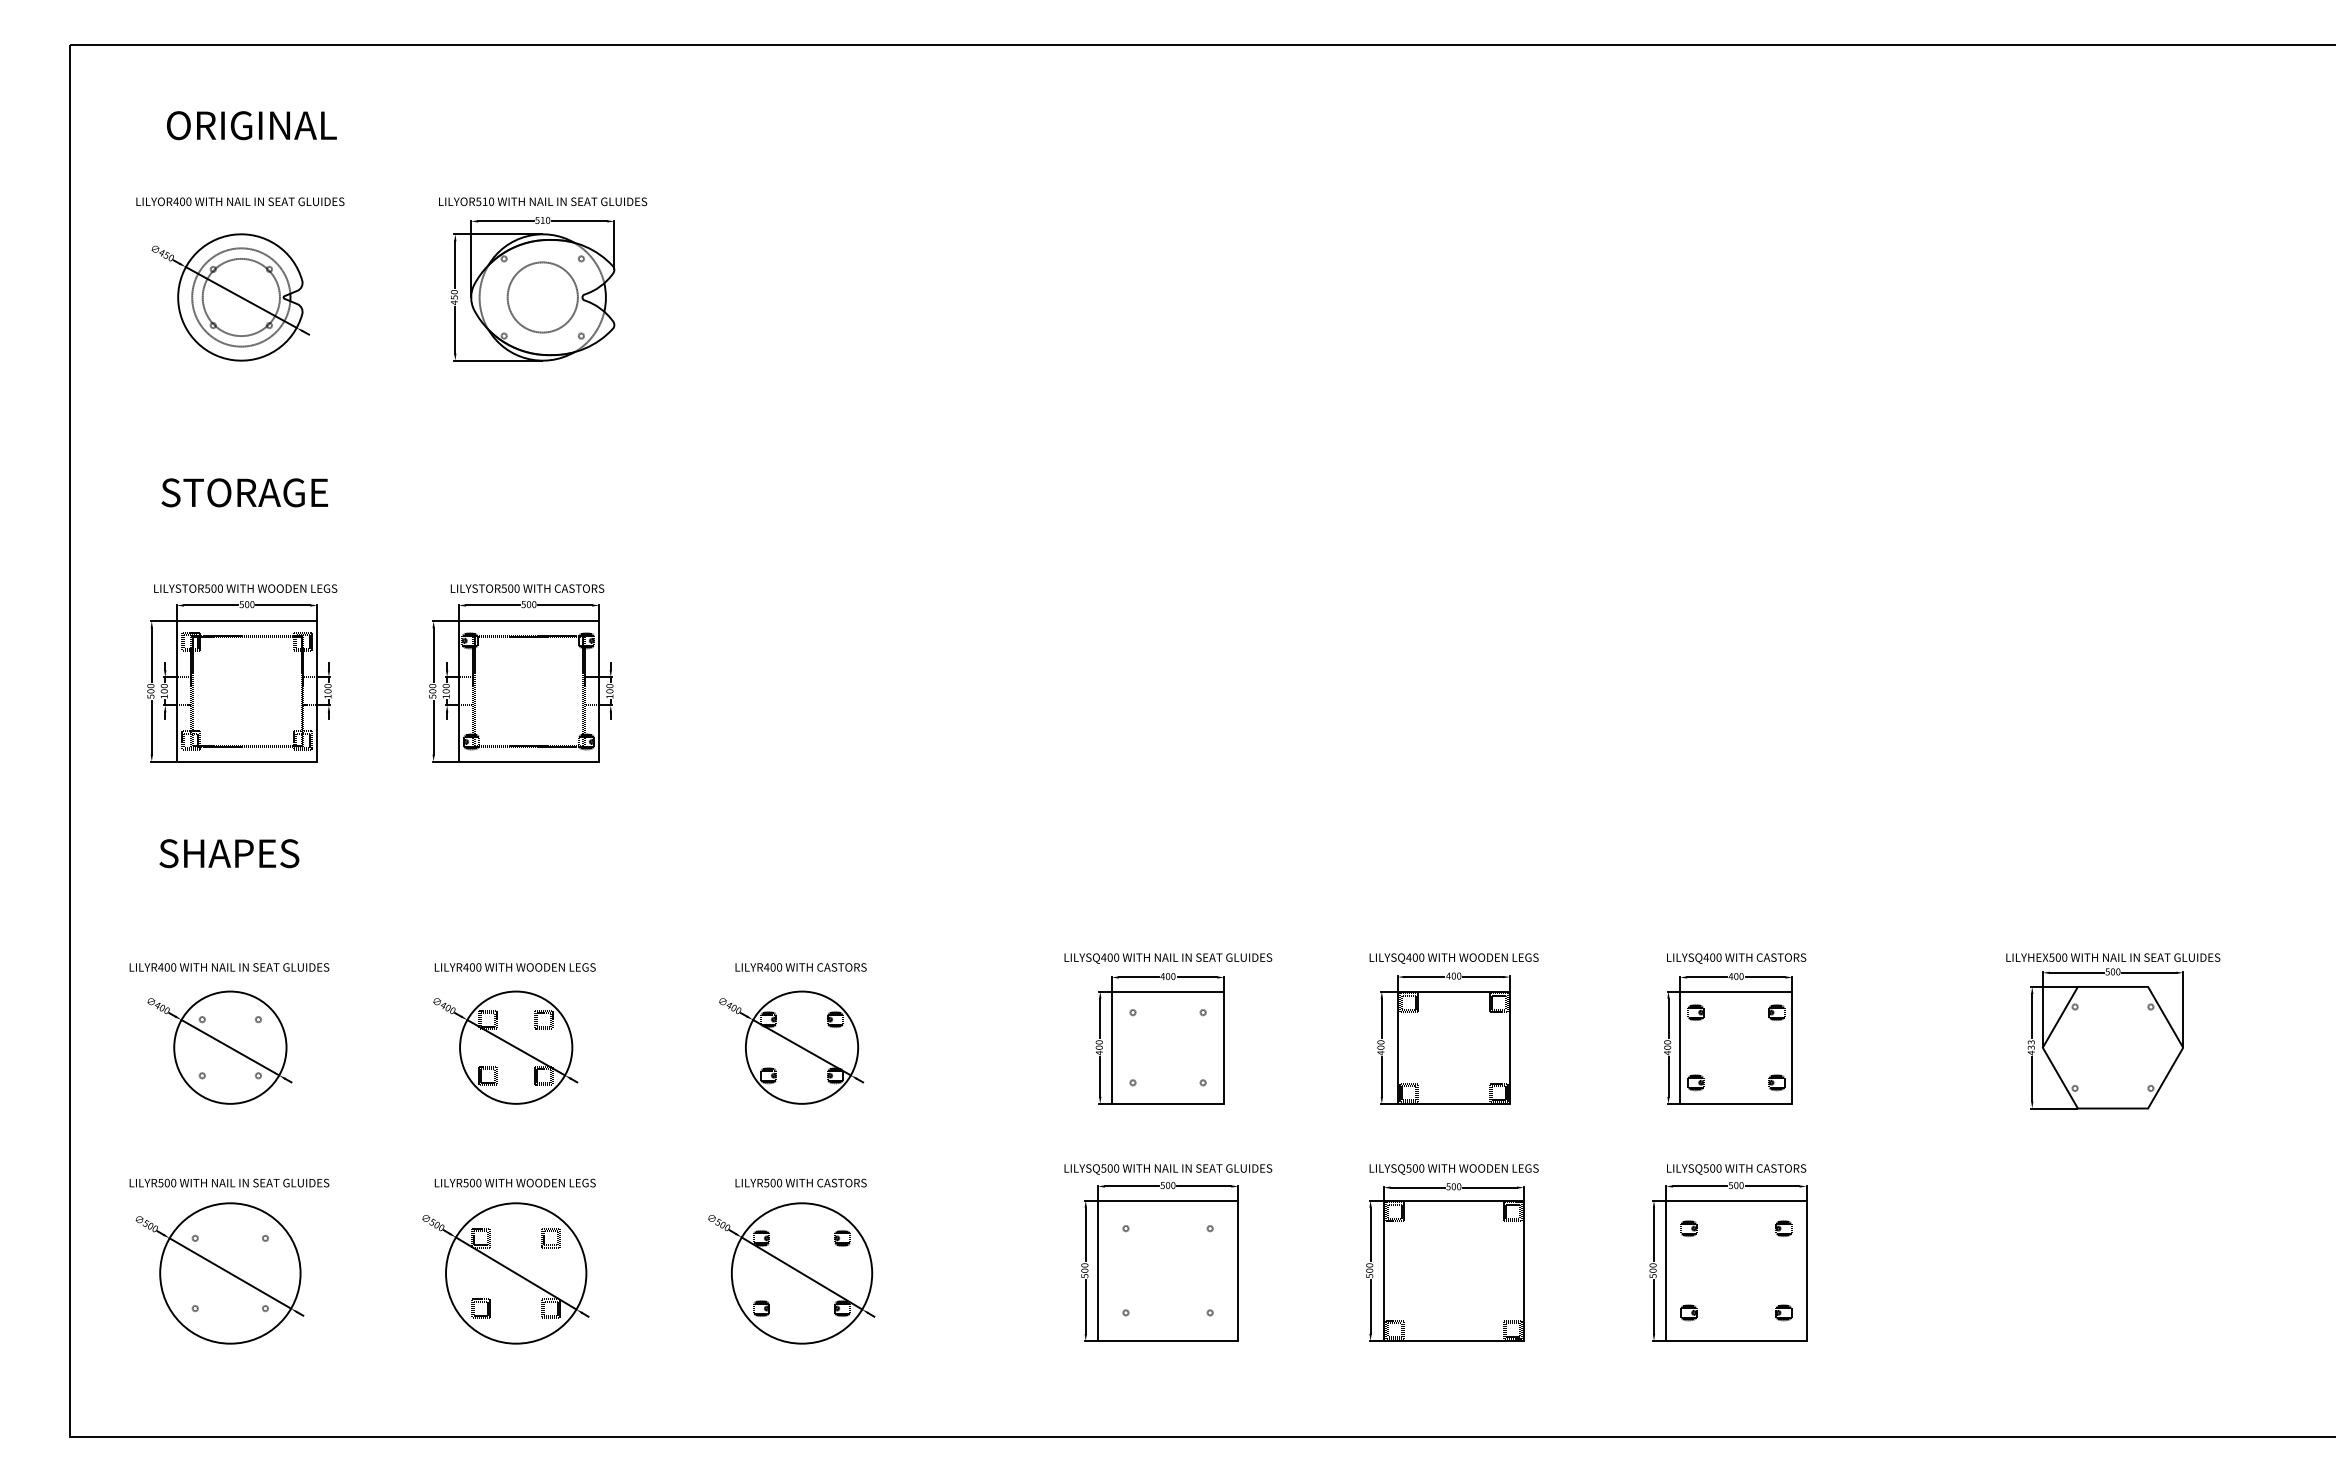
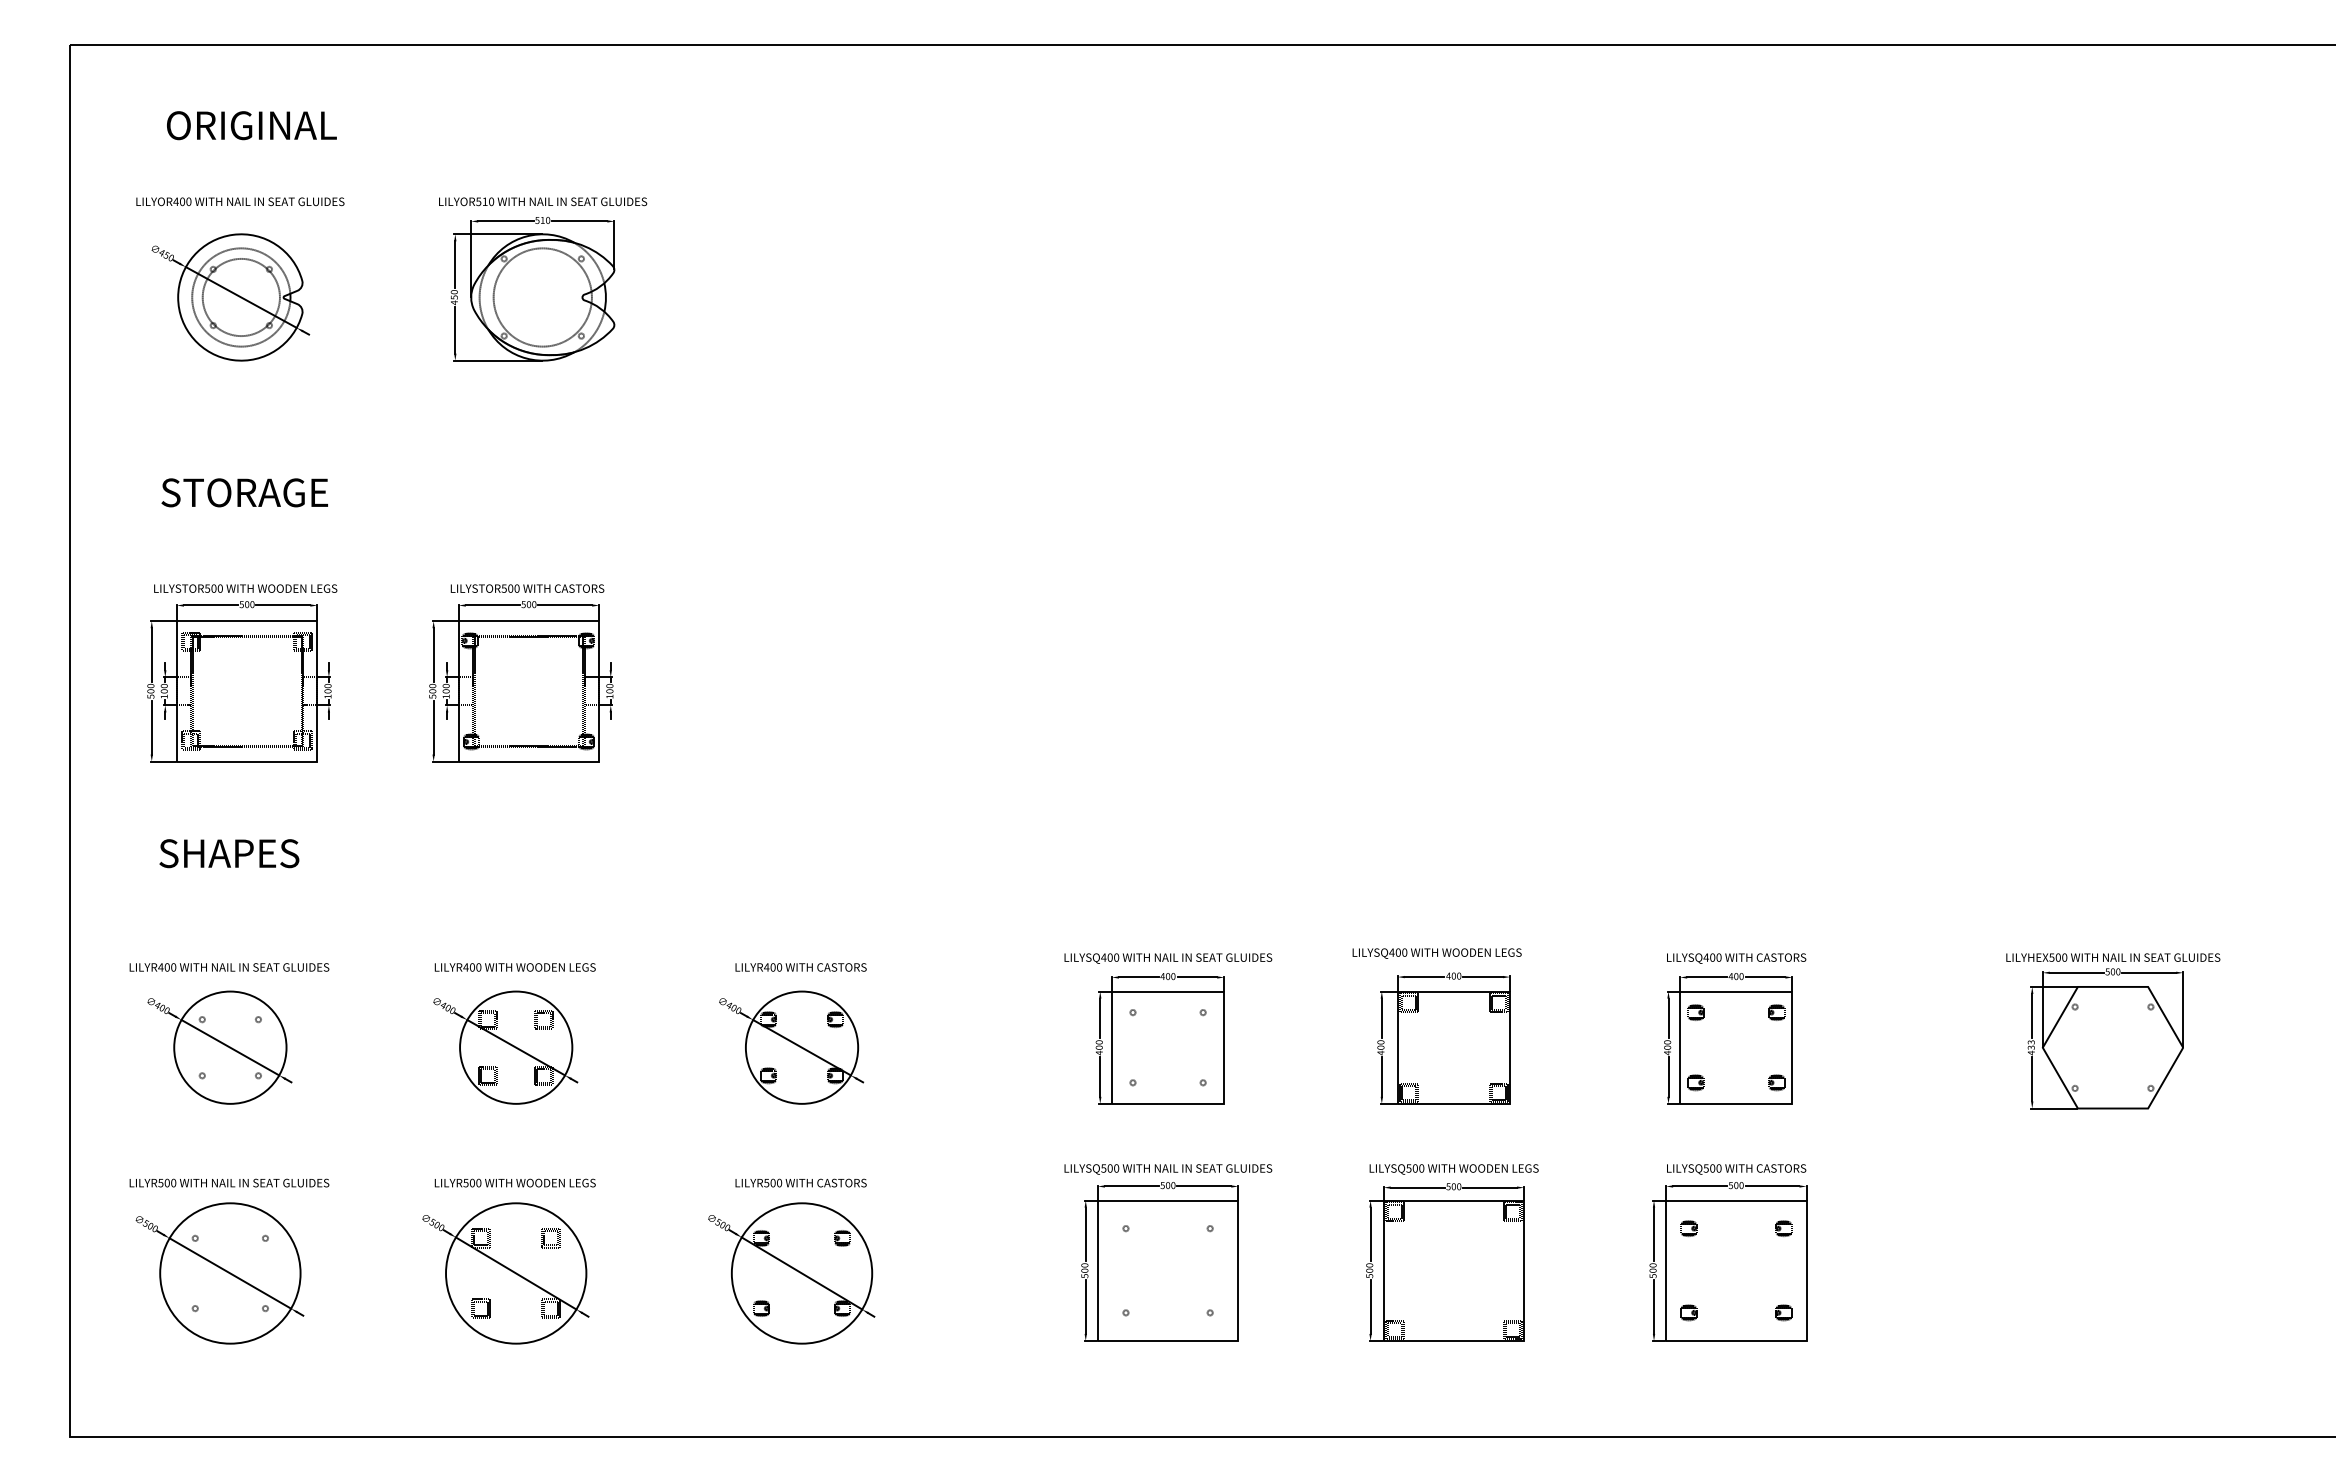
circle at (542, 297) diameter: 70 px -> 98 px
text at (1453, 958) position: (1453, 958) -> (1436, 953)
